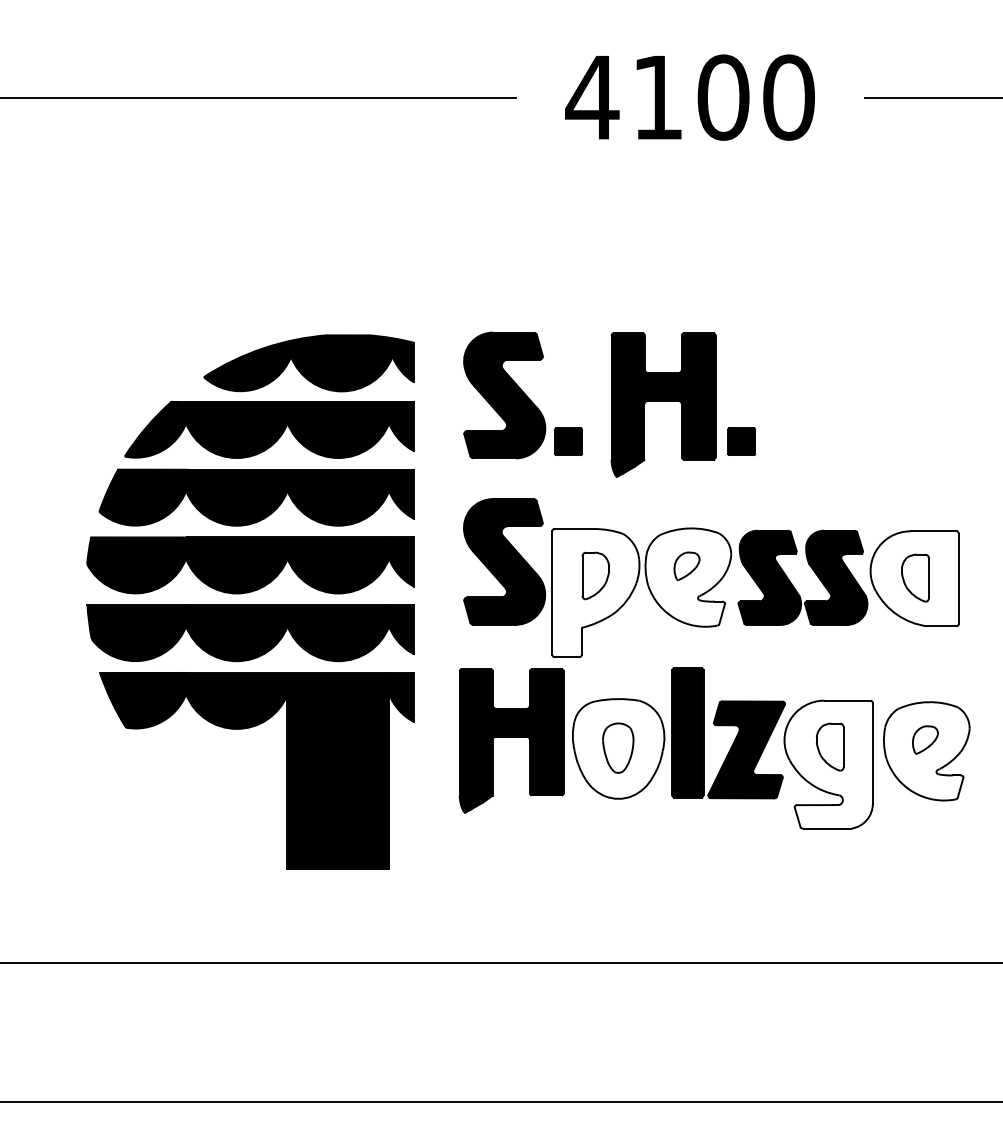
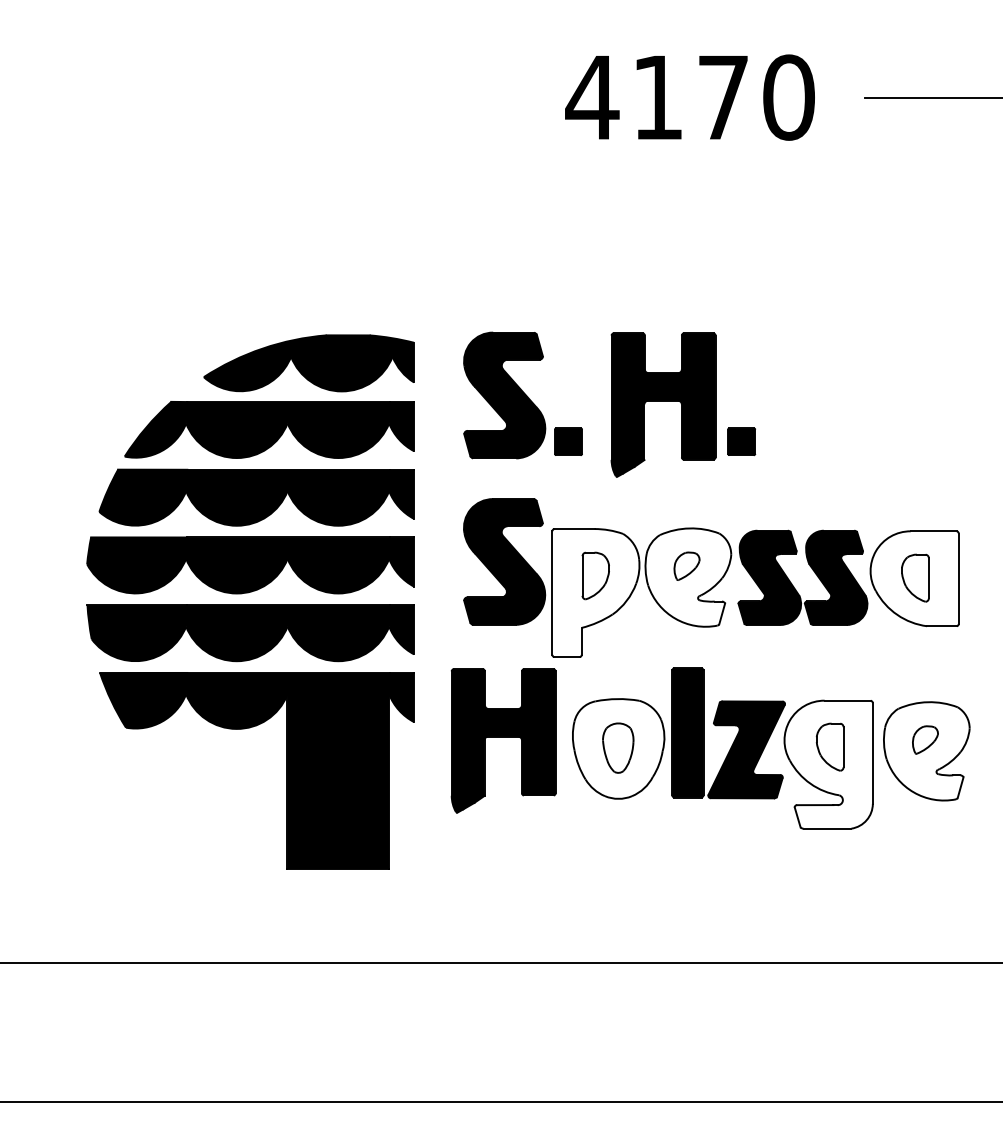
line at (259, 97): present -> none
text at (723, 97): 4100 -> 4170
part at (511, 740) position: (511, 740) -> (503, 740)
